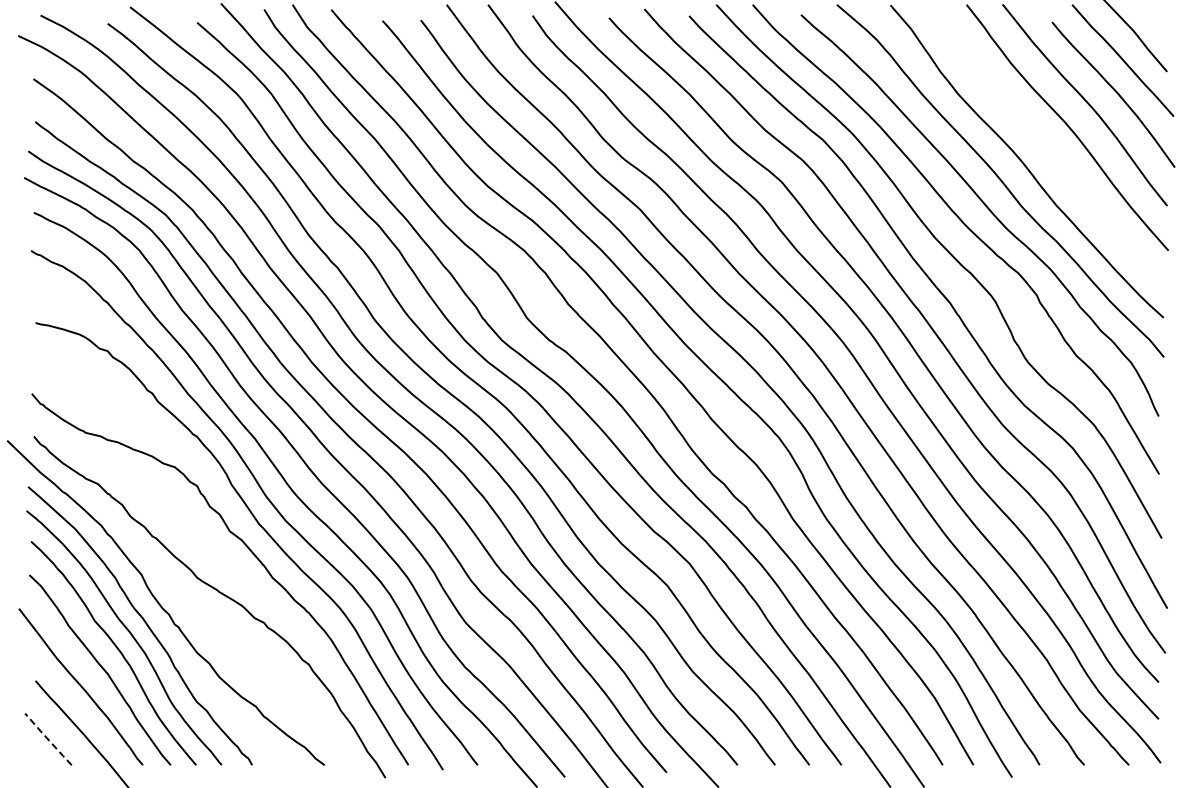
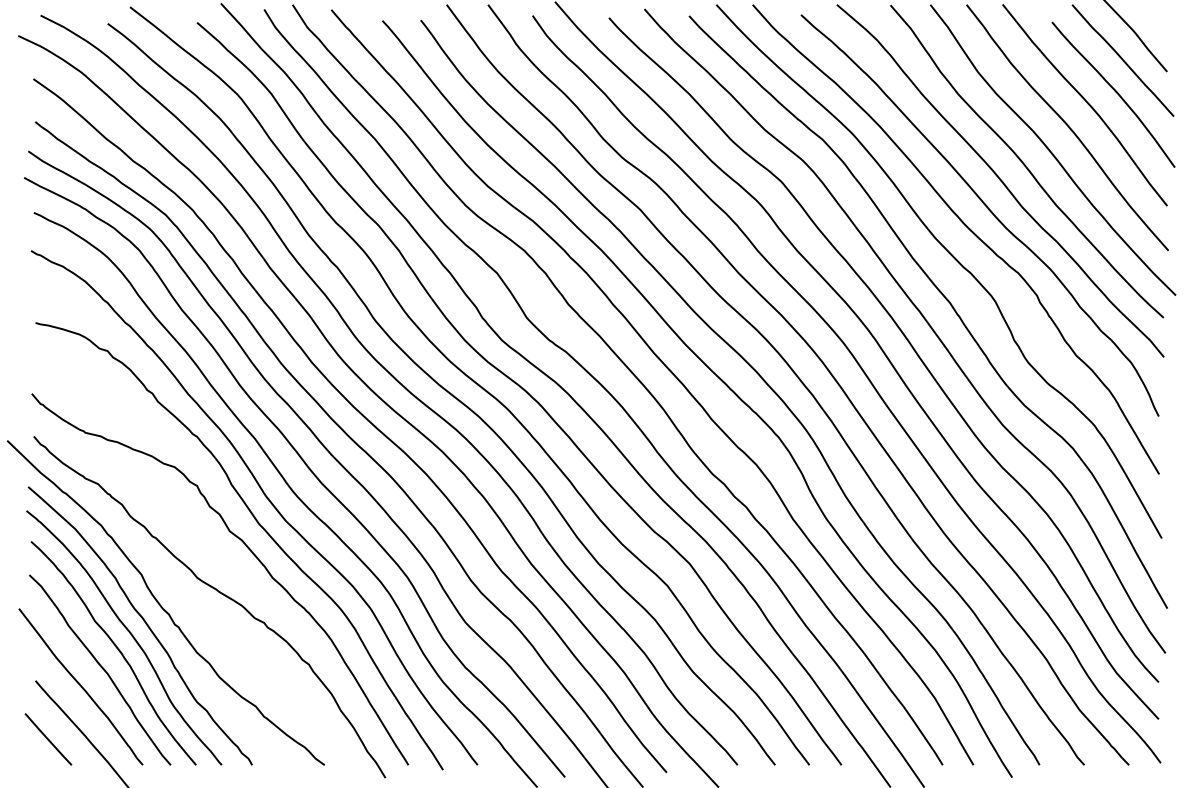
curve at (1051, 151): none -> present
line at (47, 739): dashed -> solid
